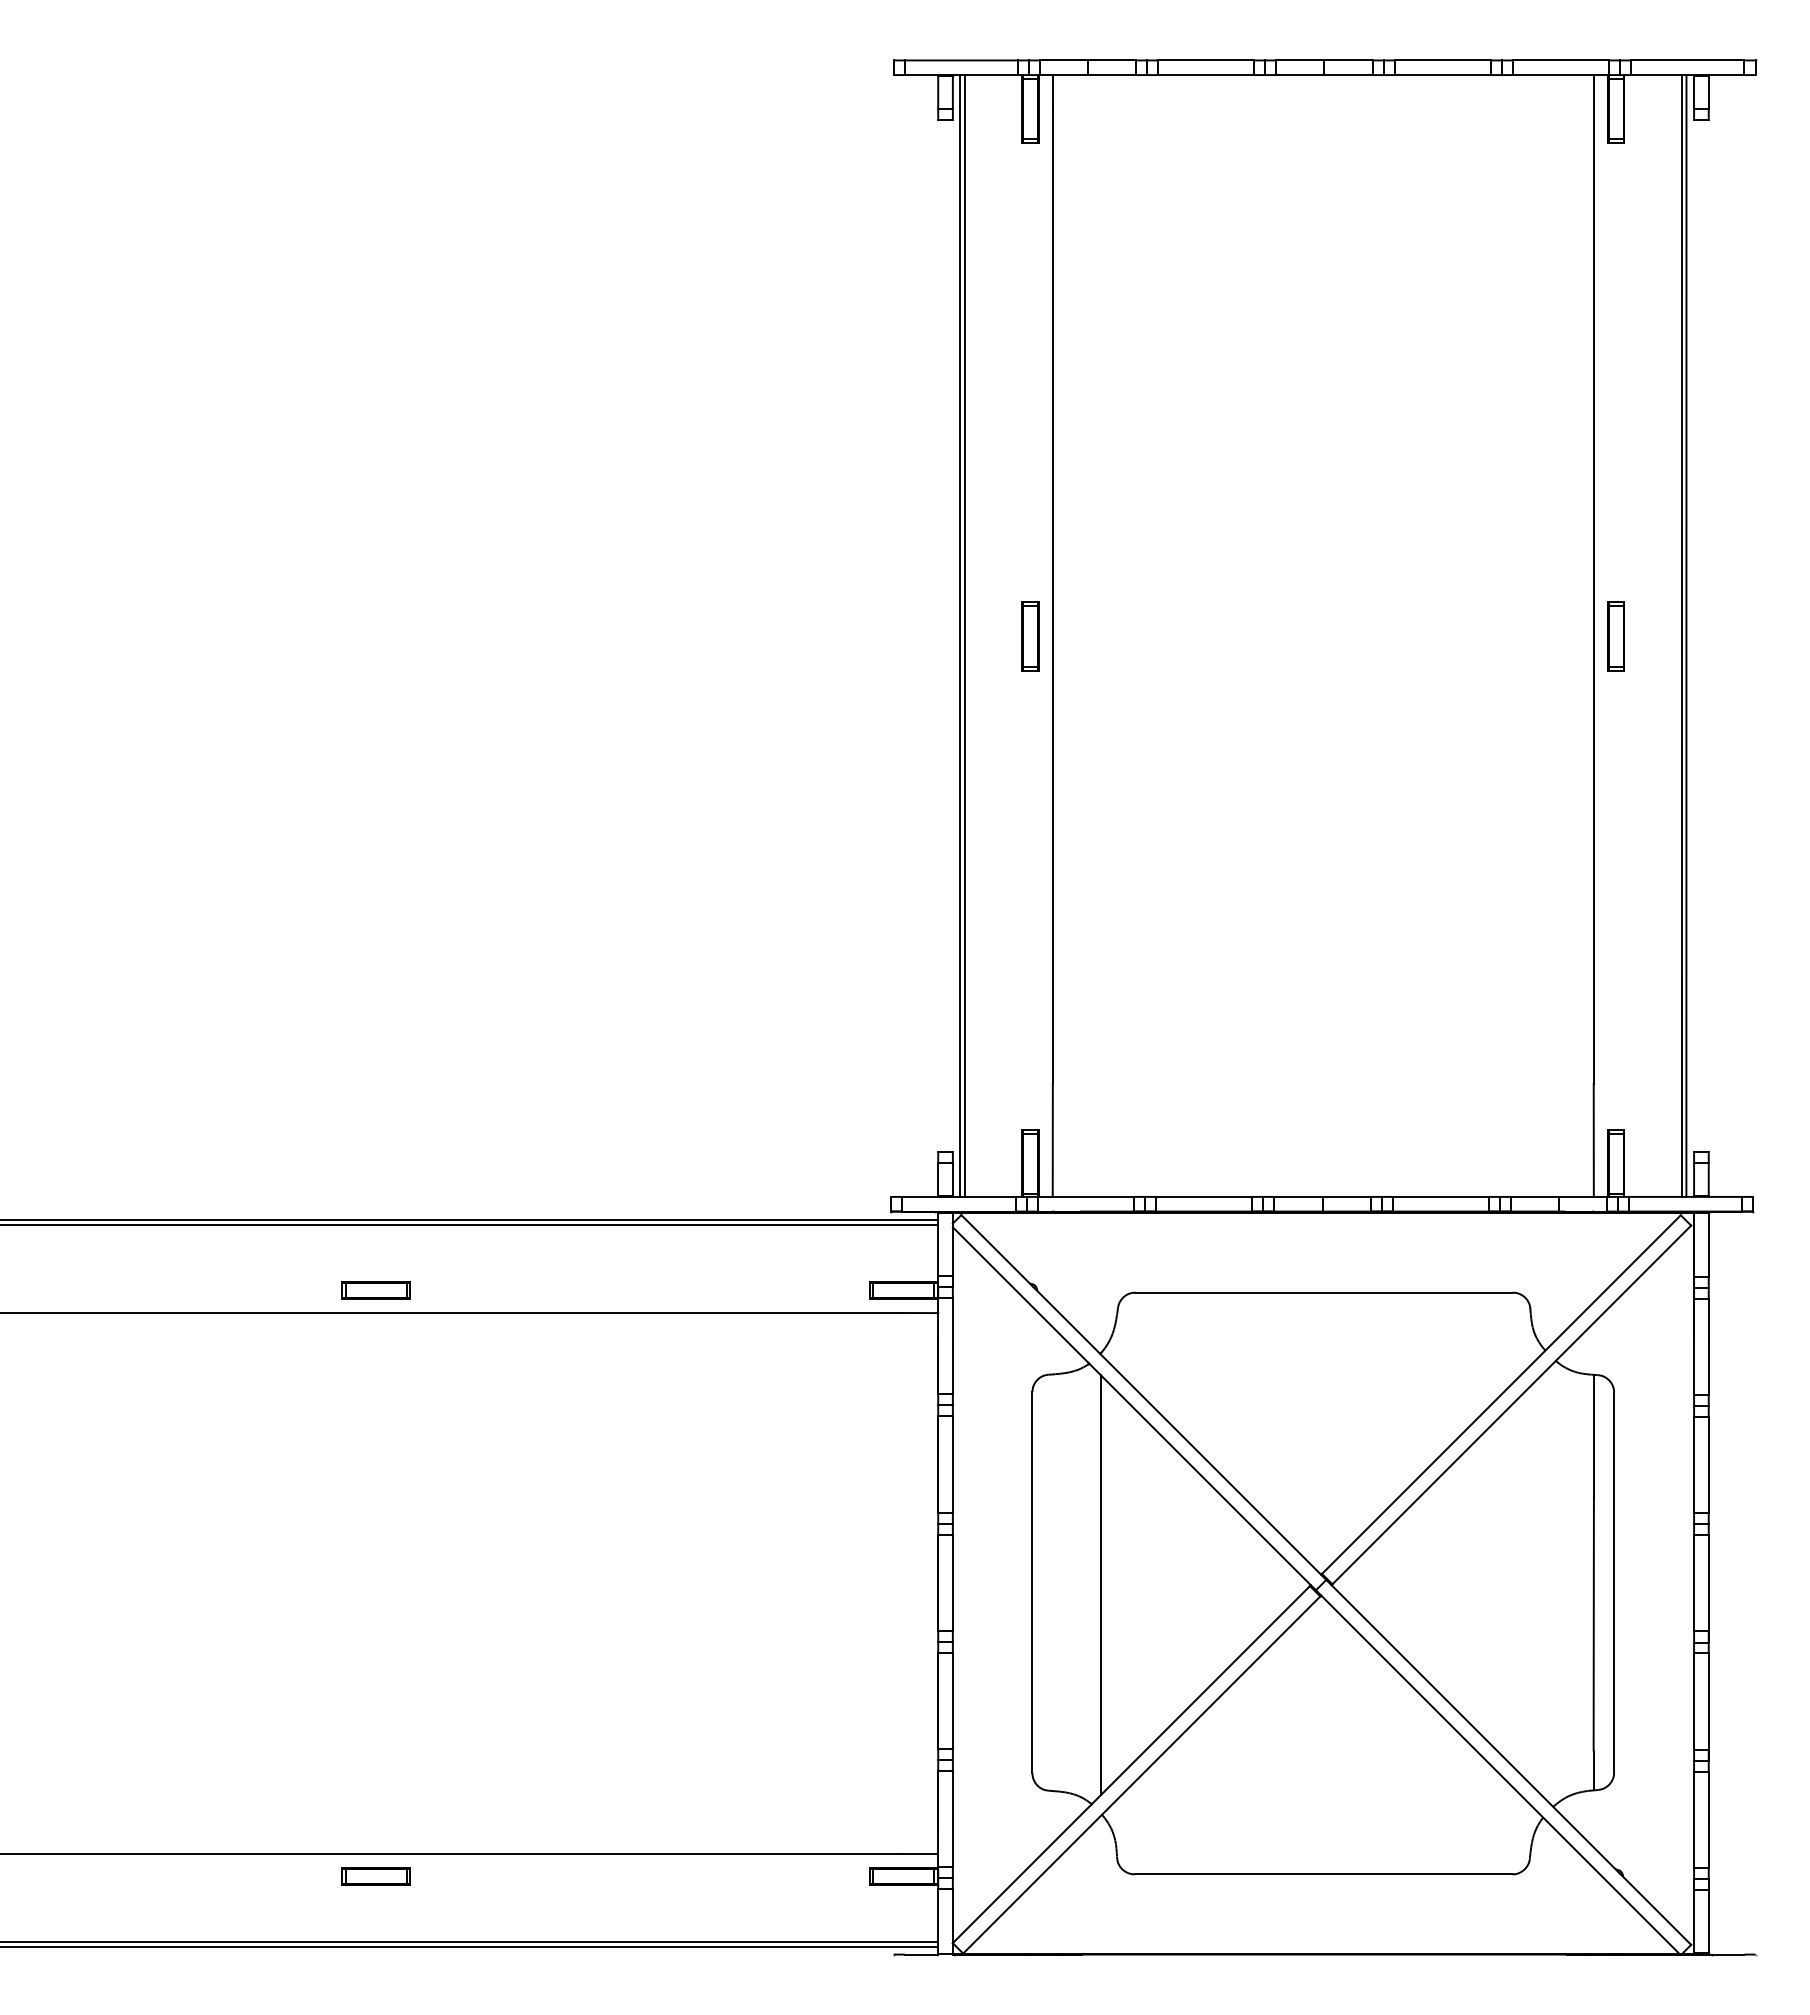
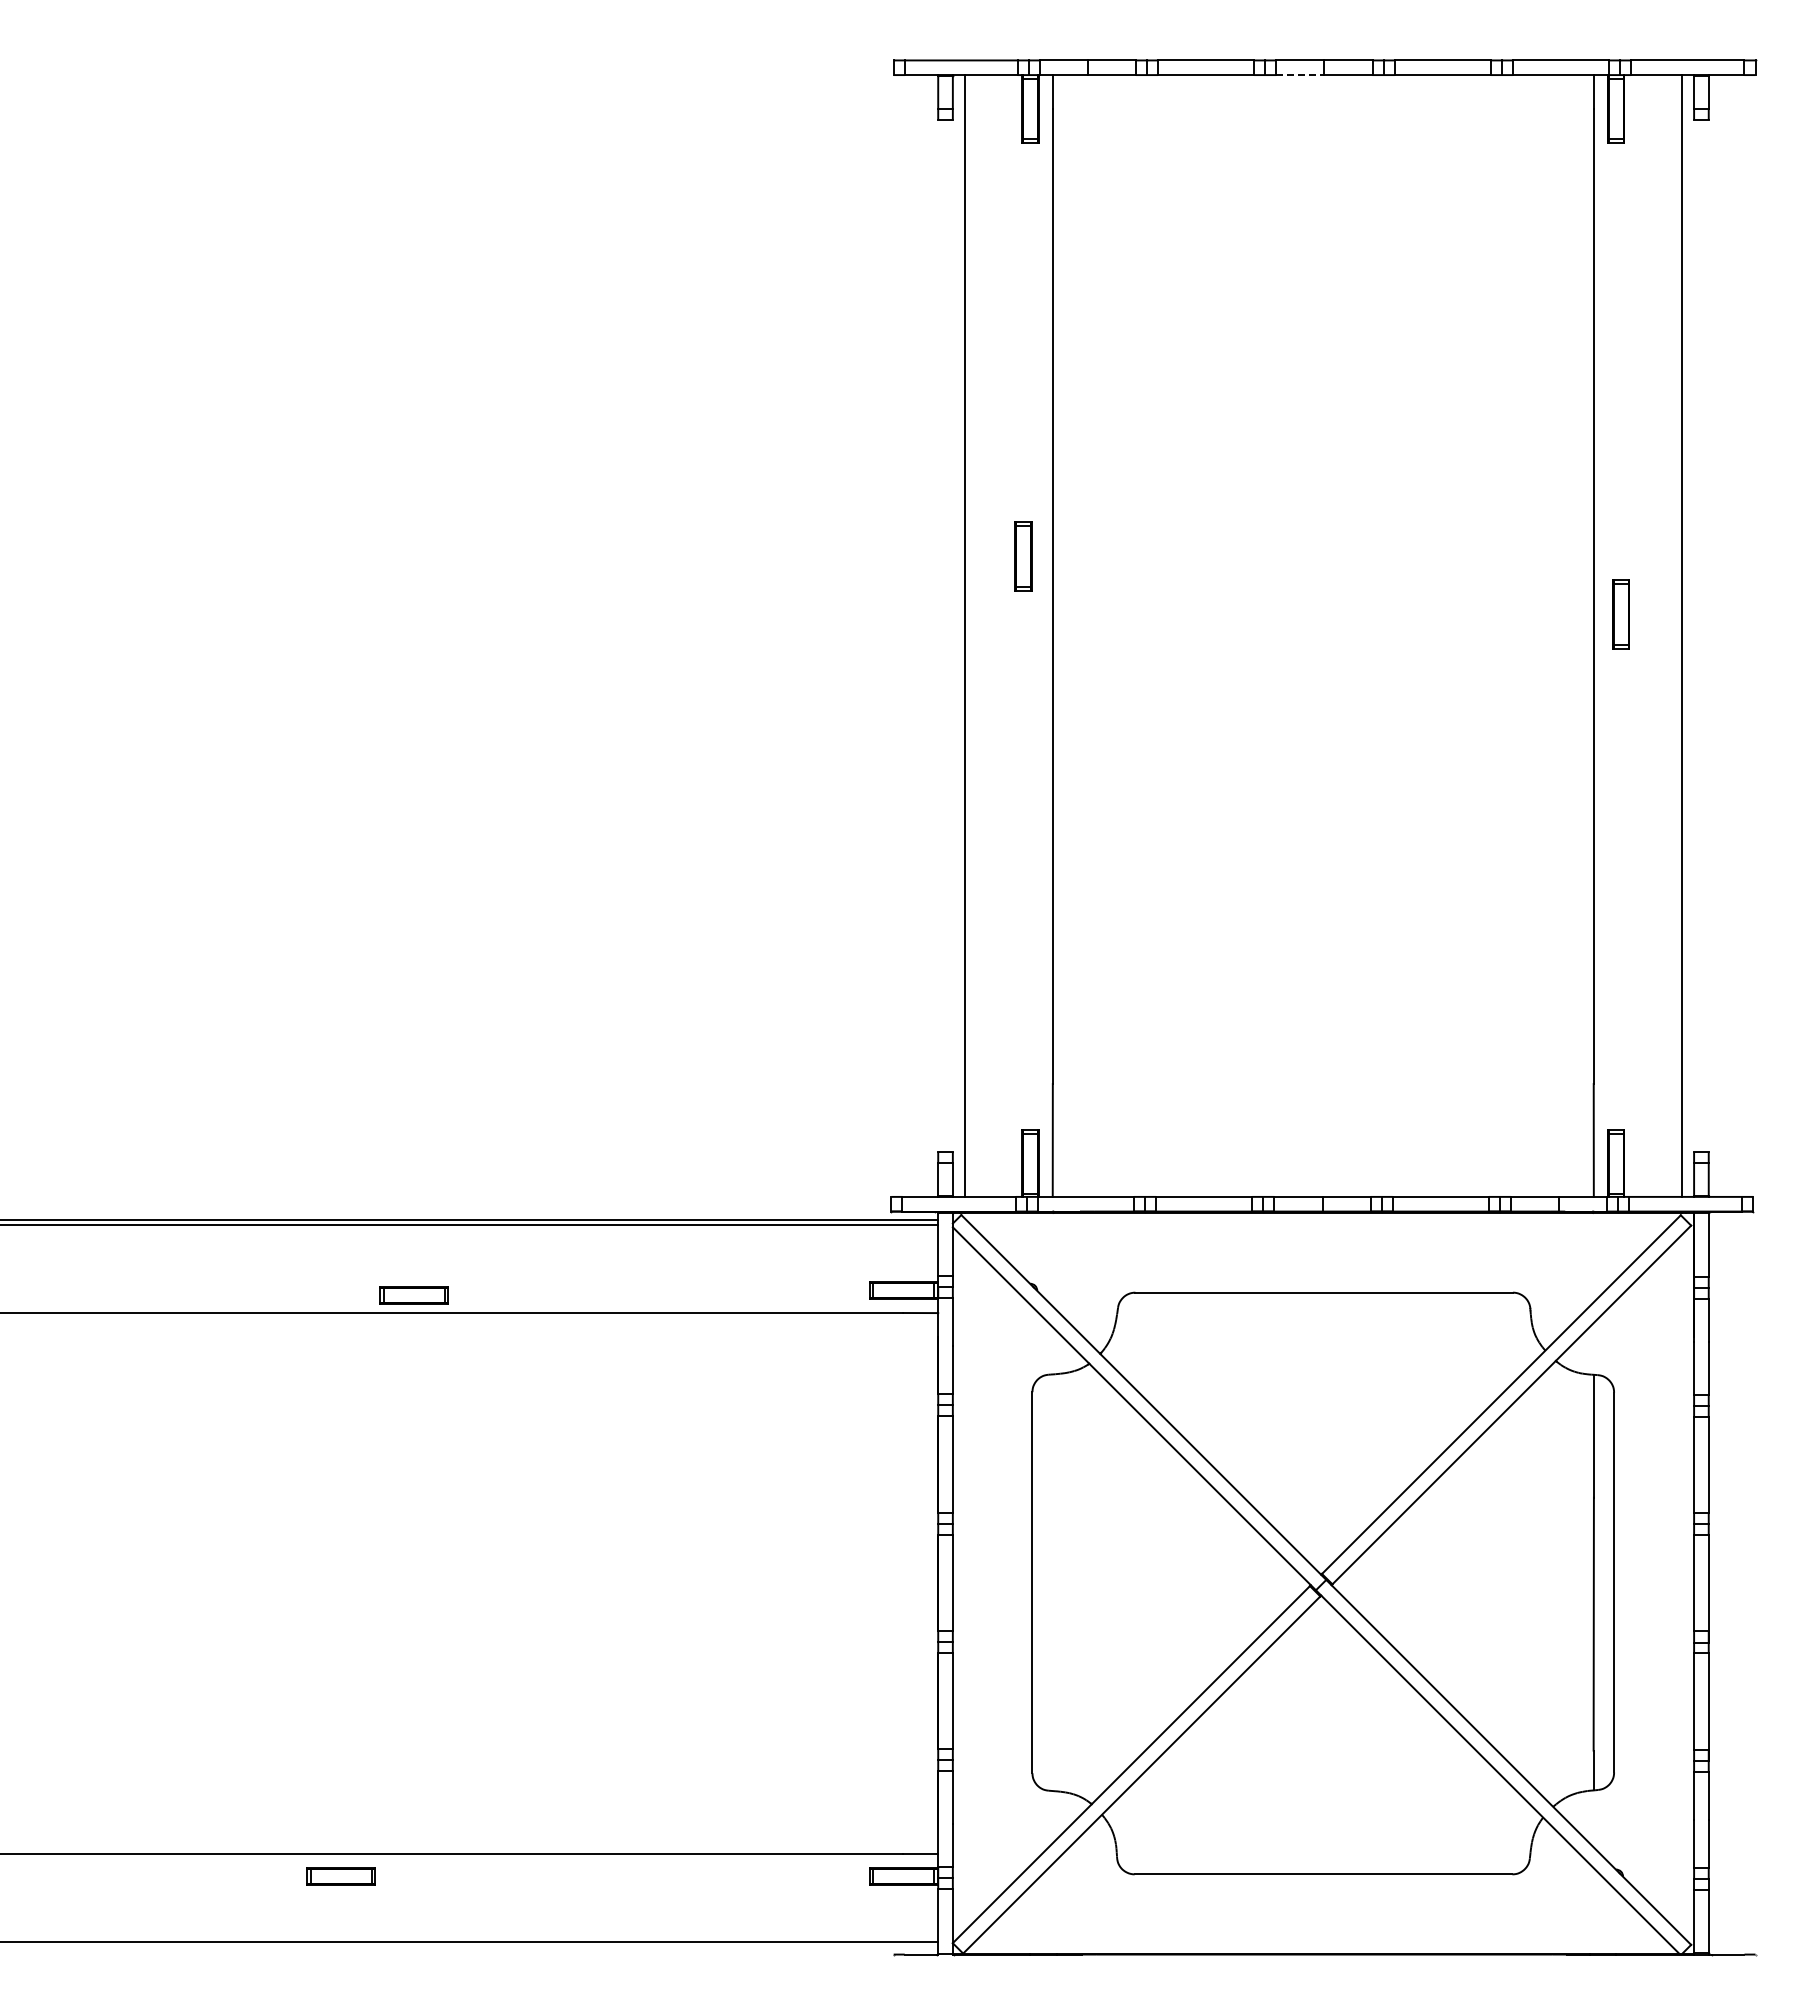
line at (1300, 75): solid -> dashed
line at (959, 635): present -> none
line at (1686, 635): present -> none
part at (1030, 636) position: (1030, 636) -> (1023, 556)
part at (1615, 636) position: (1615, 636) -> (1620, 614)
part at (375, 1290) position: (375, 1290) -> (413, 1295)
line at (1100, 1585): present -> none
part at (375, 1876) position: (375, 1876) -> (340, 1876)
line at (470, 1946): present -> none
